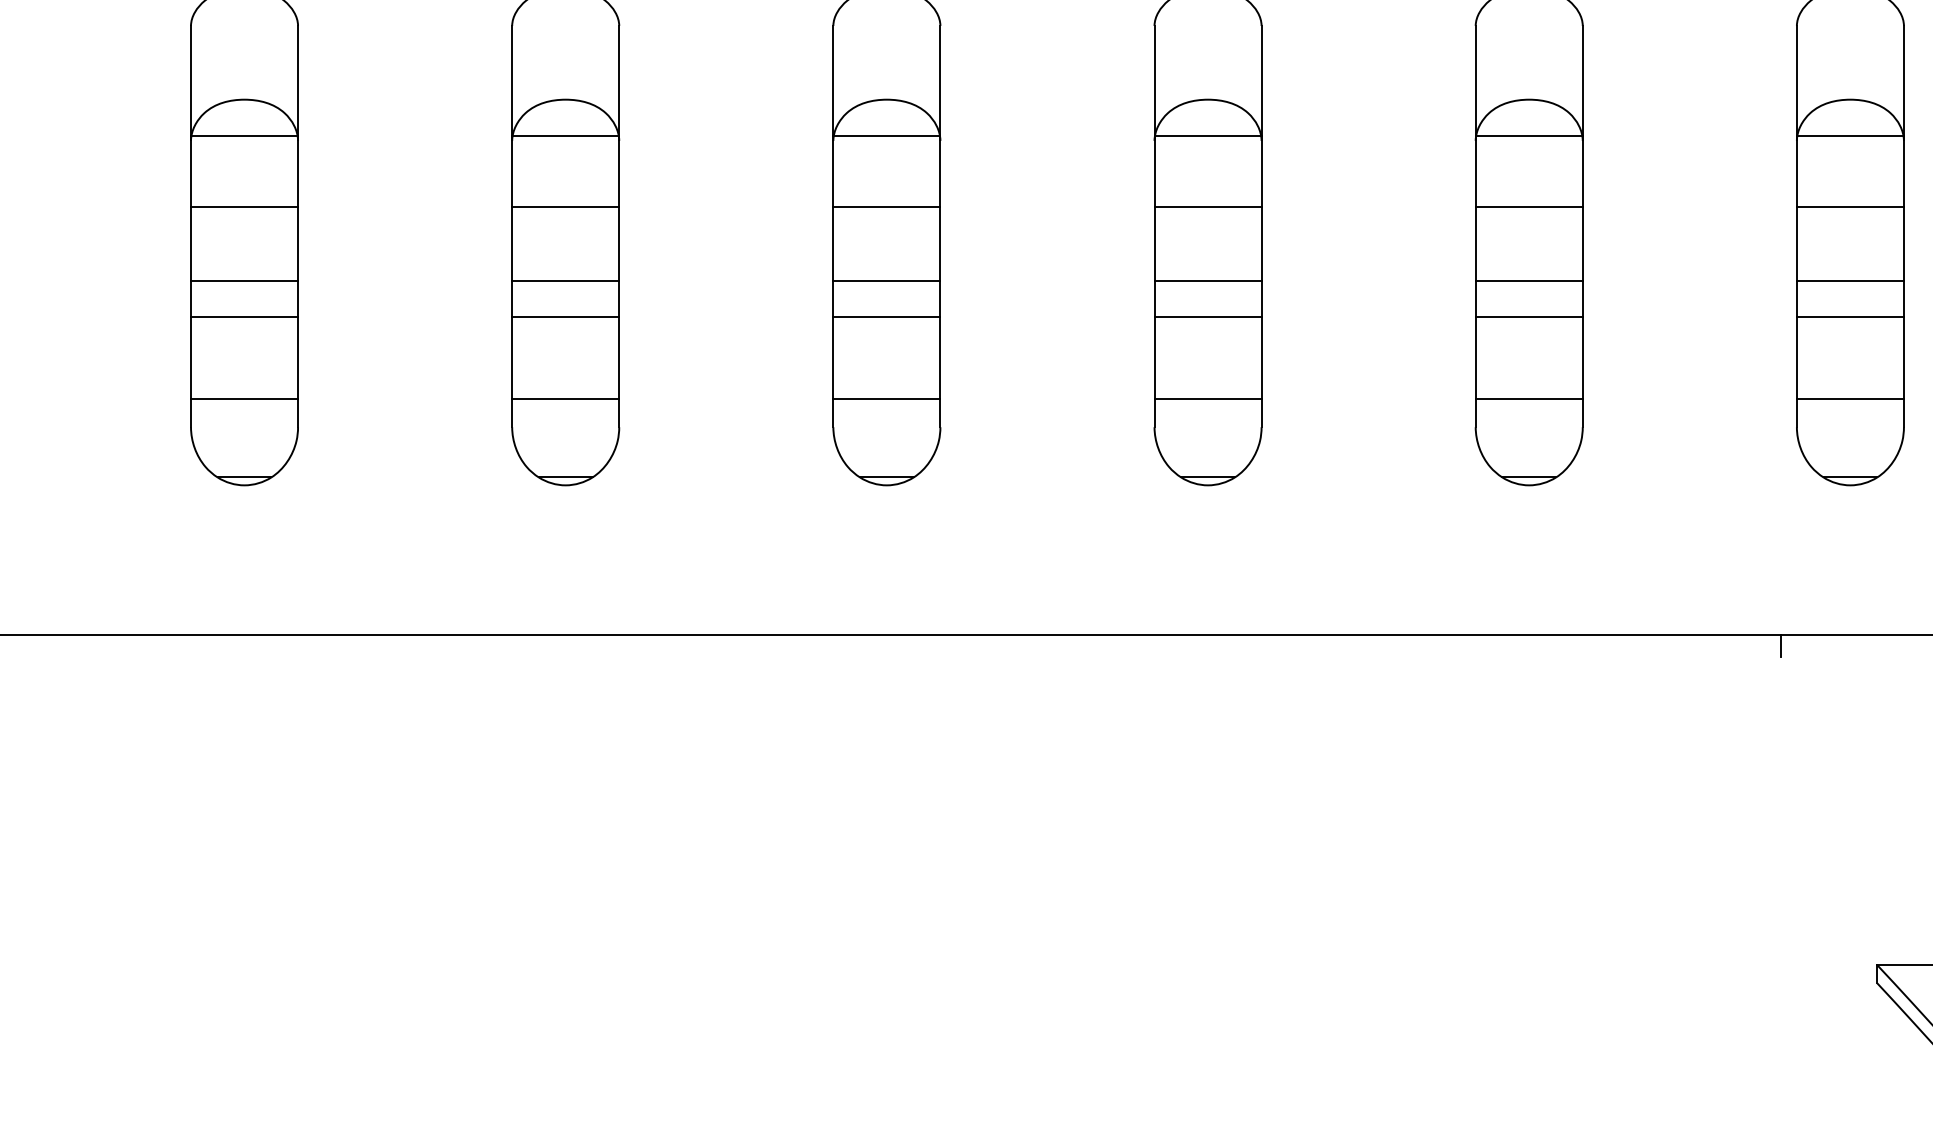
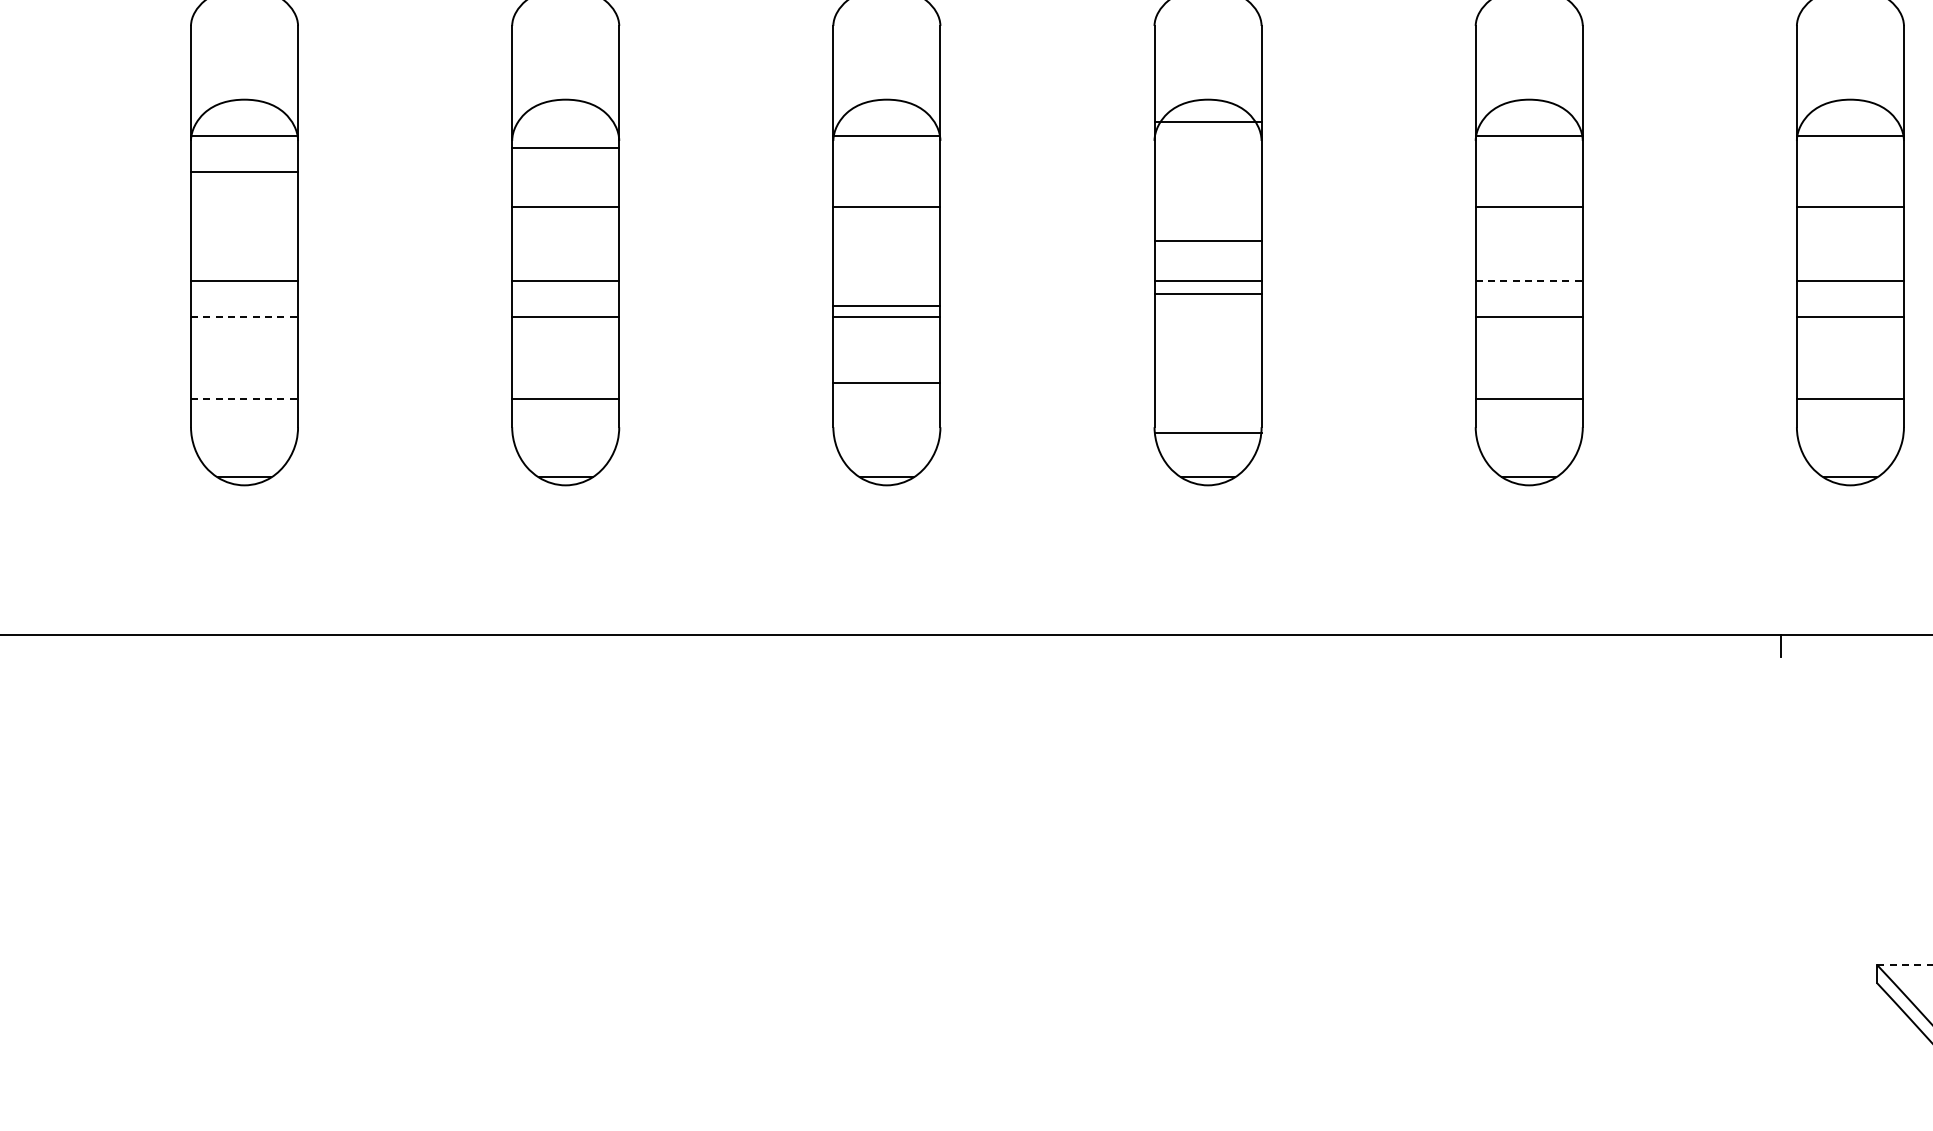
line at (565, 135) position: (565, 135) -> (565, 147)
line at (1207, 135) position: (1207, 135) -> (1207, 121)
line at (244, 207) position: (244, 207) -> (244, 172)
line at (1207, 207) position: (1207, 207) -> (1207, 241)
line at (886, 281) position: (886, 281) -> (886, 306)
line at (1529, 281): solid -> dashed
line at (244, 316): solid -> dashed
line at (1207, 316) position: (1207, 316) -> (1207, 293)
line at (244, 399): solid -> dashed
line at (886, 399) position: (886, 399) -> (886, 383)
line at (1207, 399) position: (1207, 399) -> (1207, 433)
line at (1905, 965): solid -> dashed
